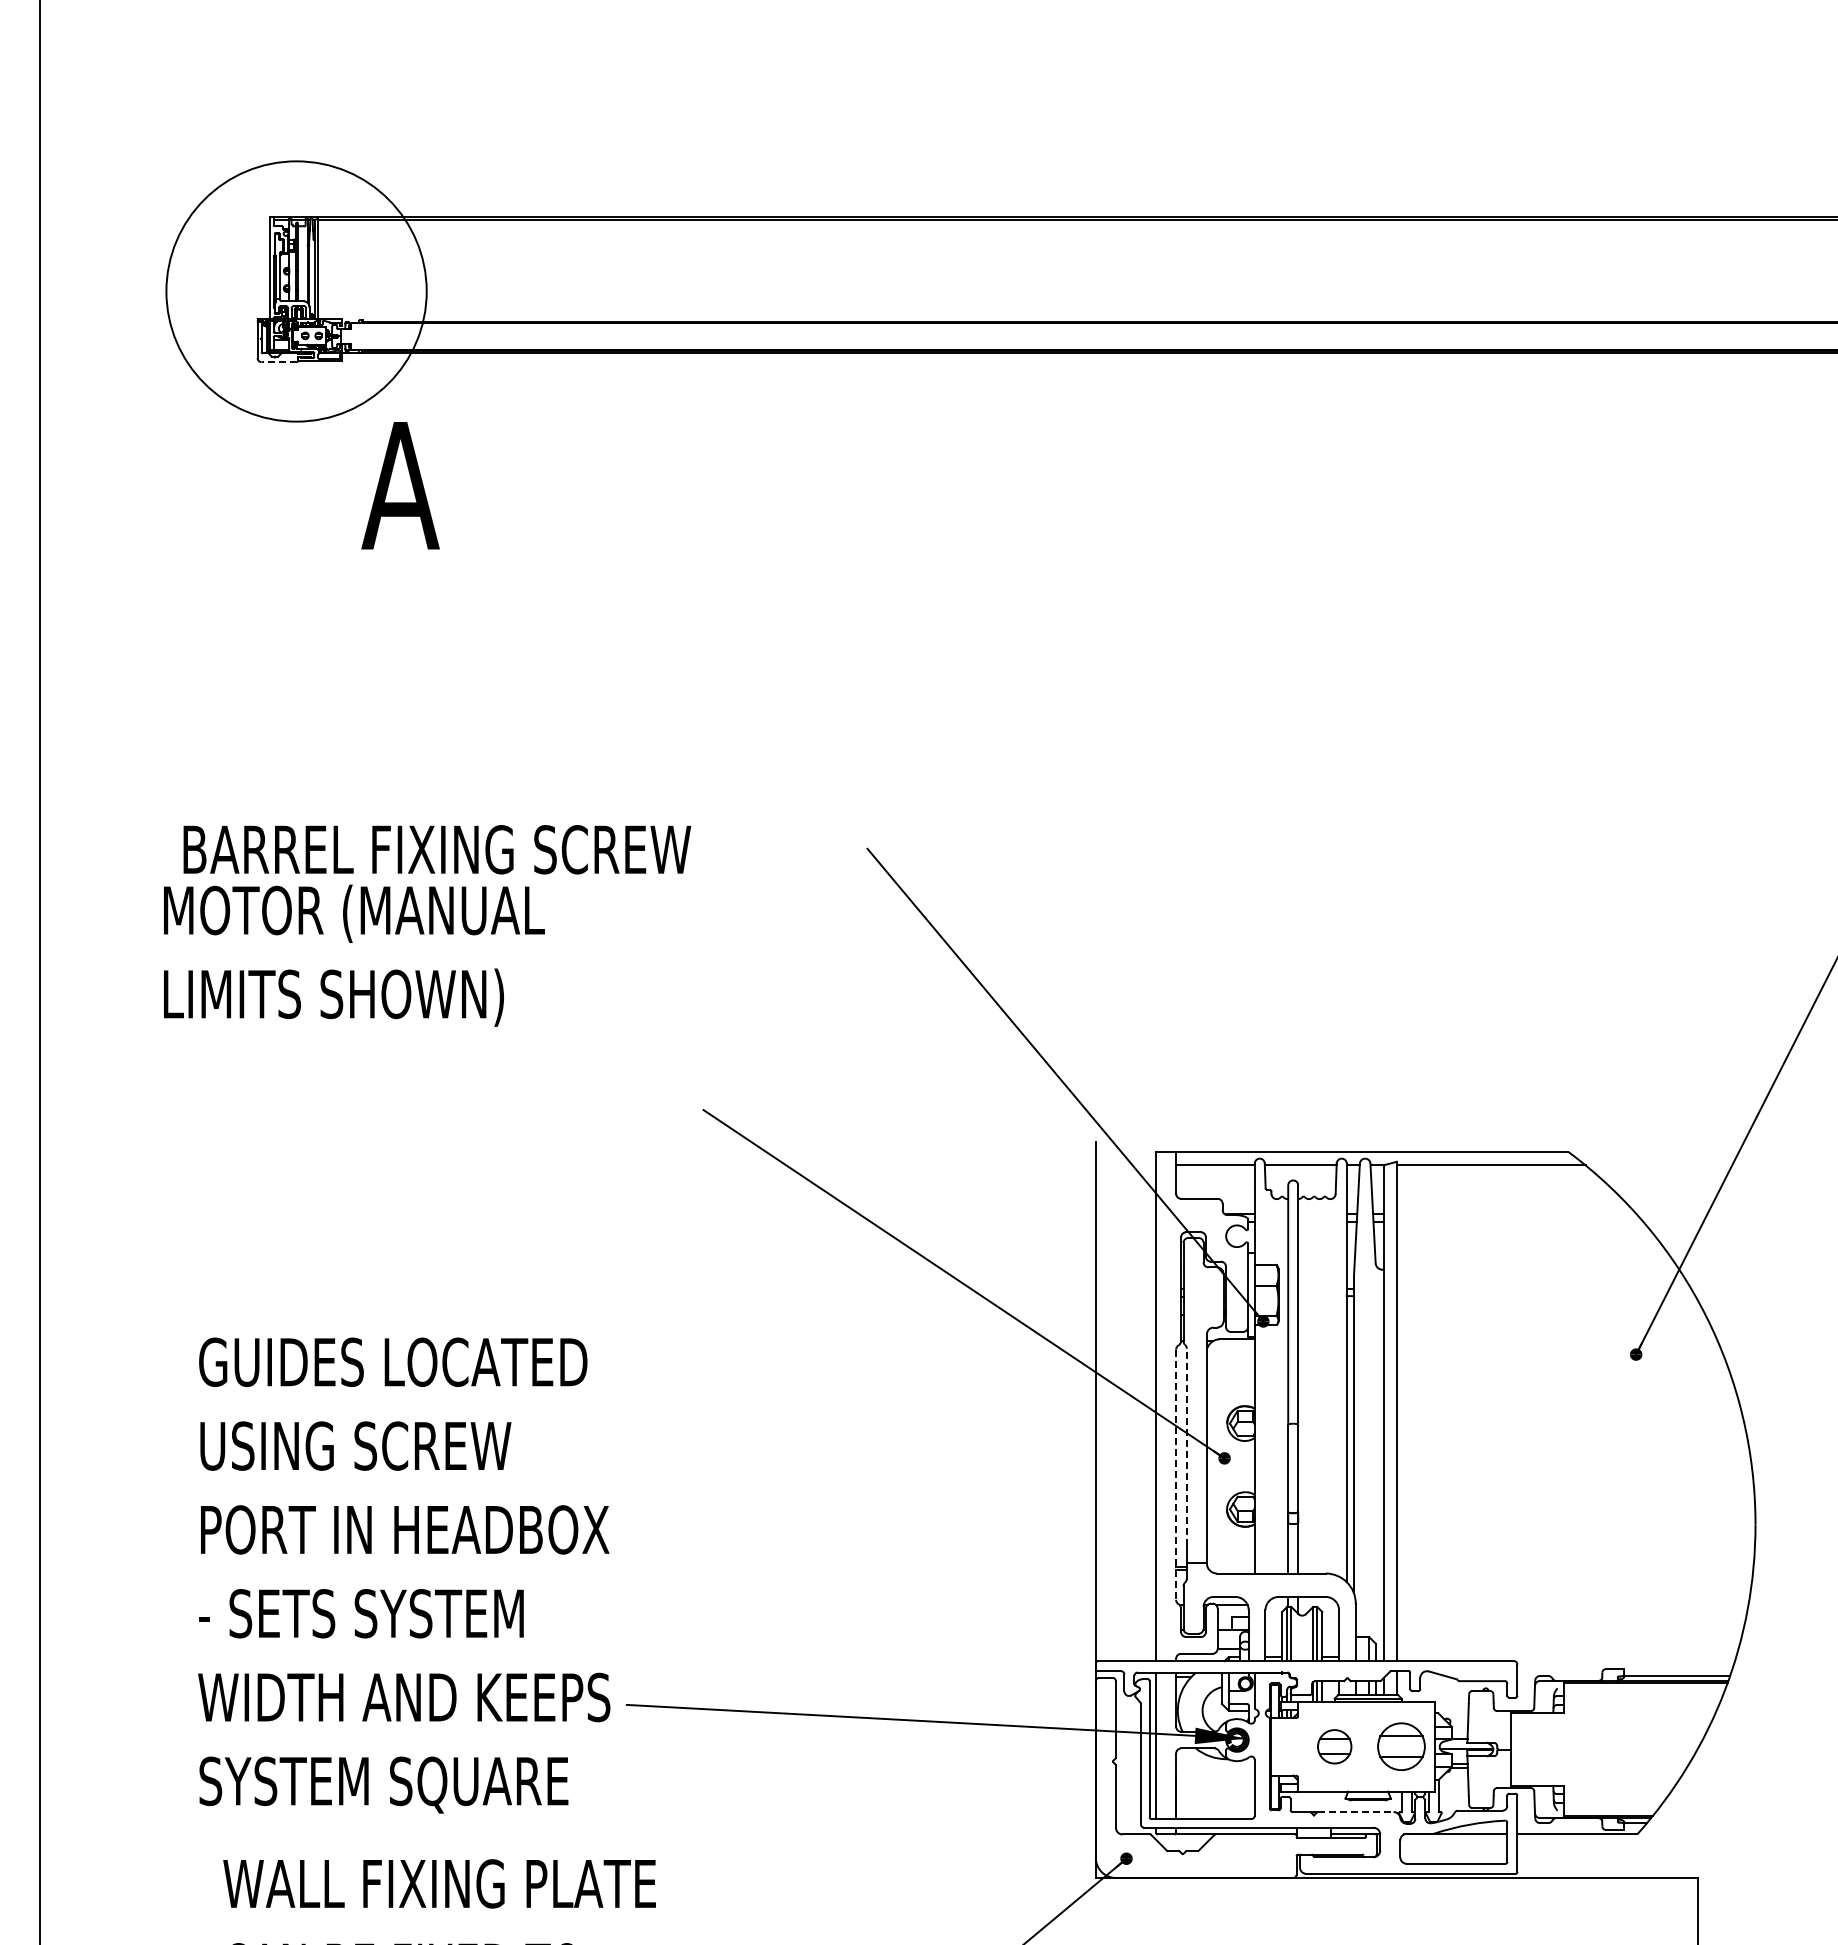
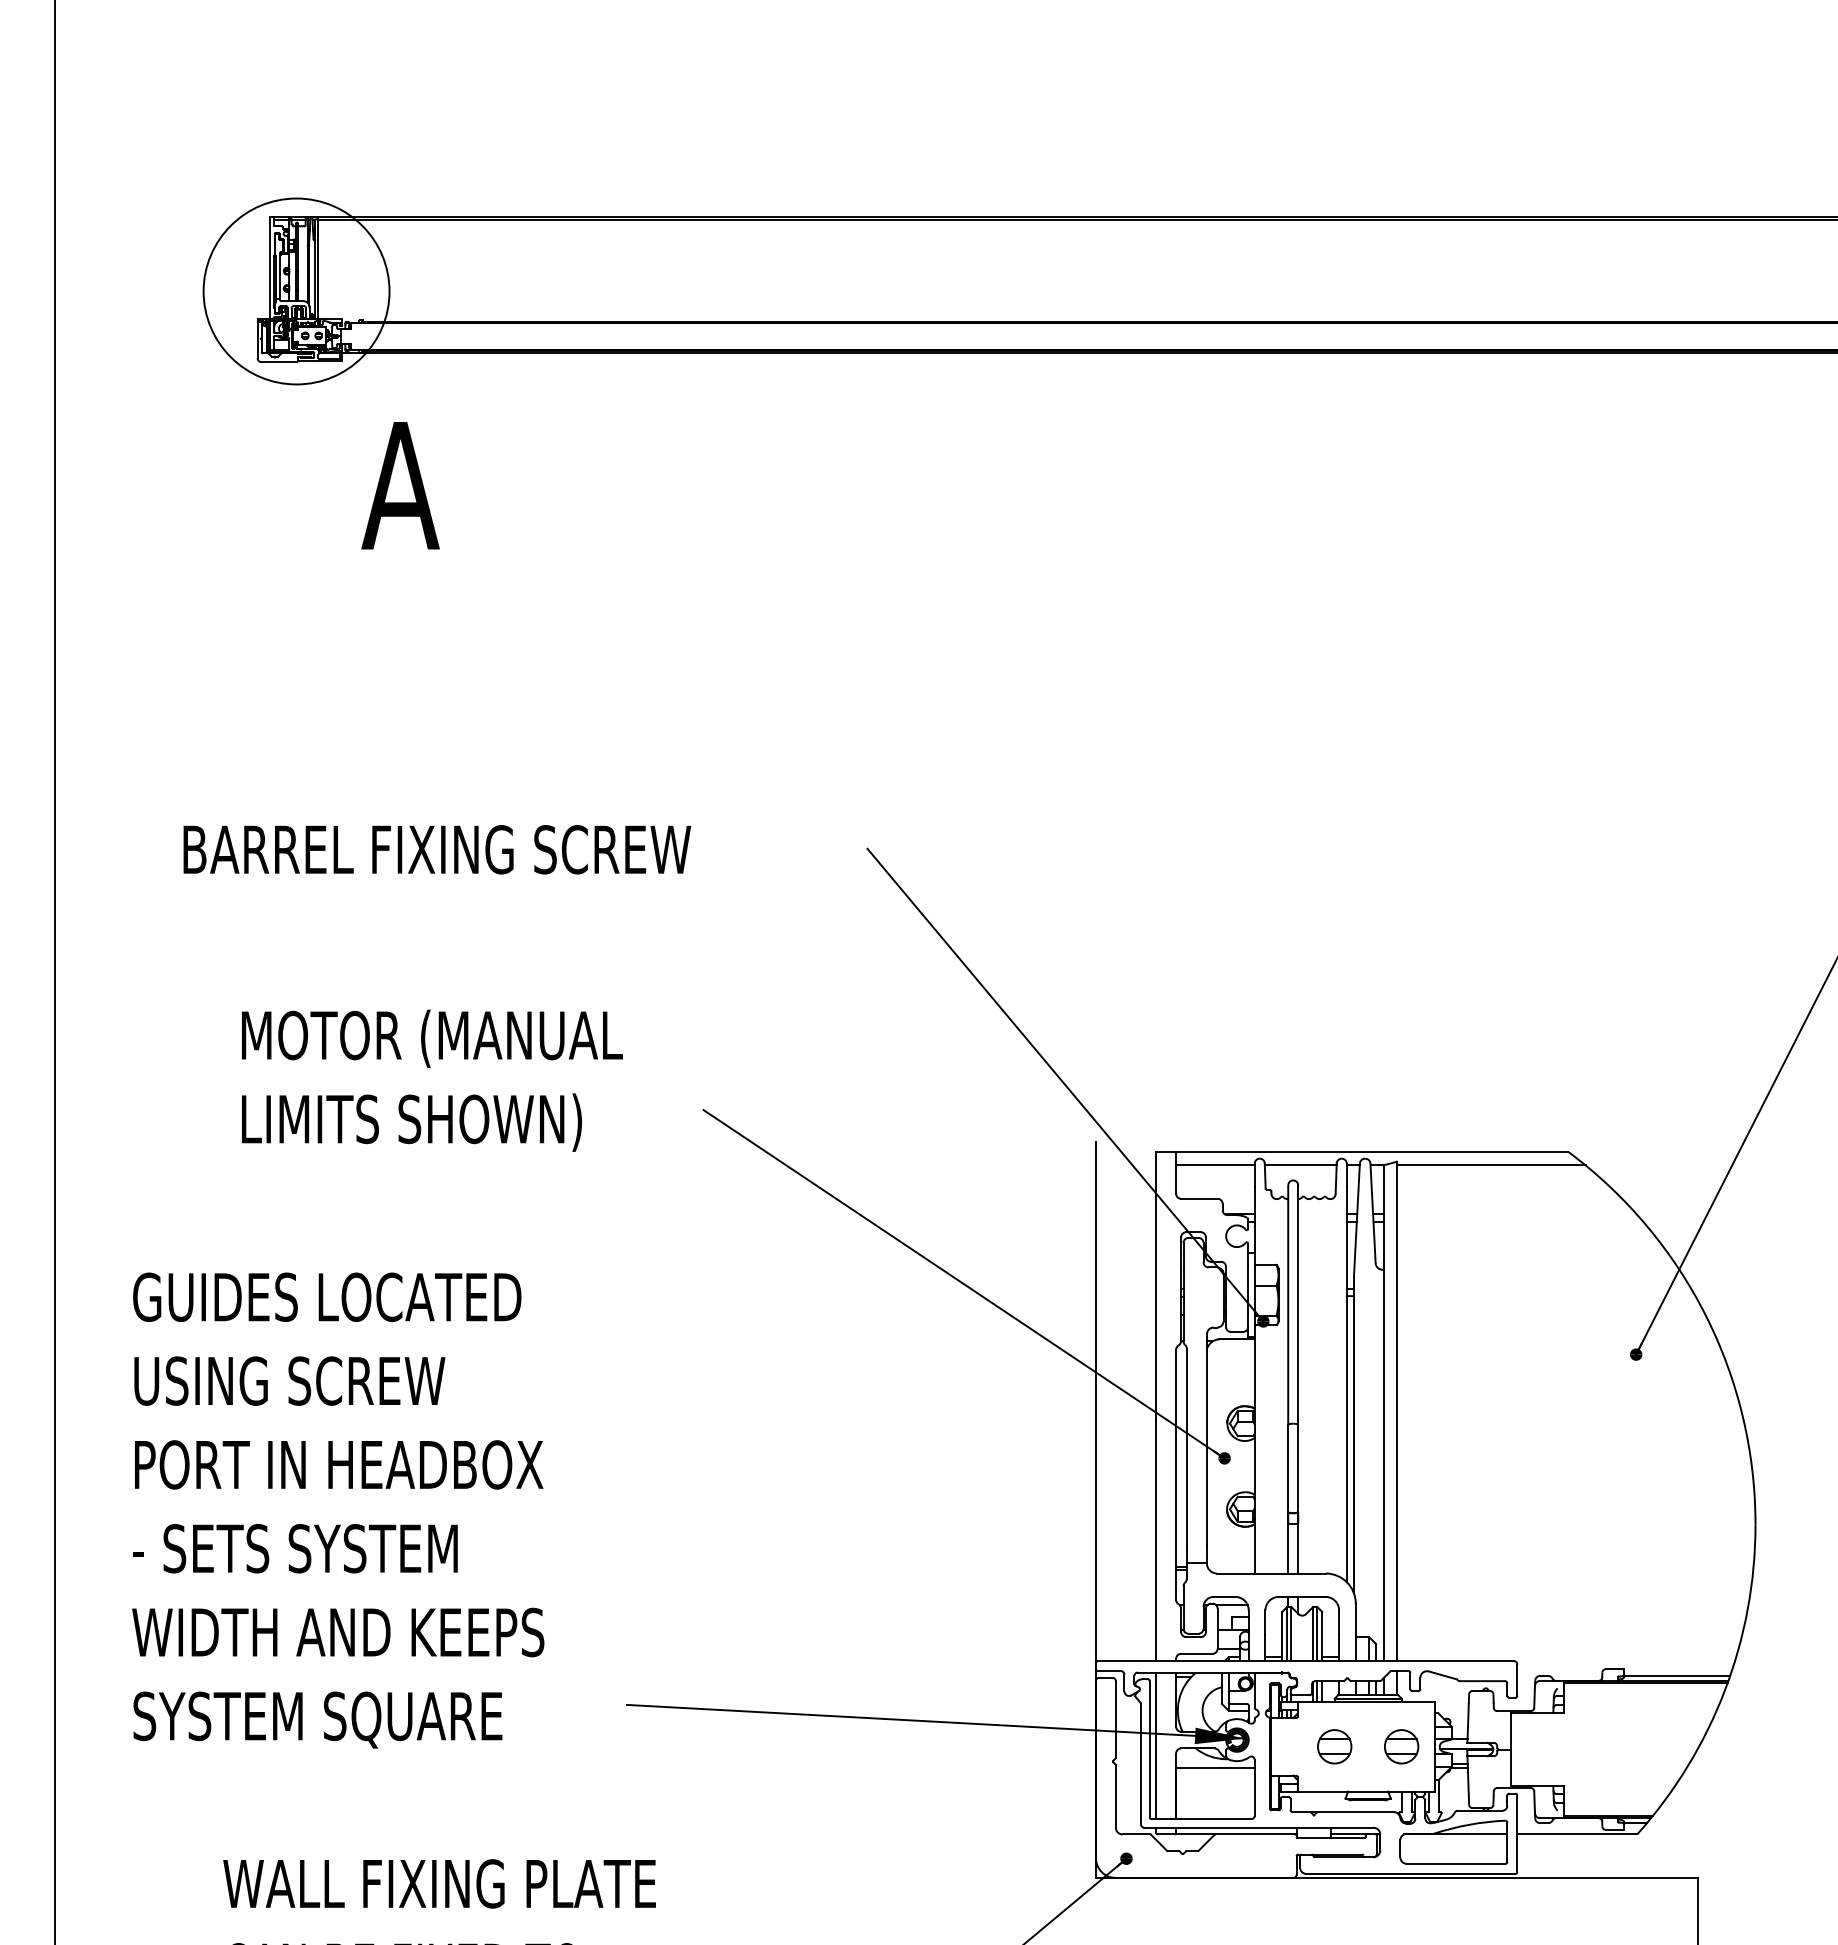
circle at (296, 291) diameter: 260 px -> 186 px
line at (279, 362): dashed -> solid
text at (354, 955) position: (354, 955) -> (432, 1080)
line at (40, 971) position: (40, 971) -> (55, 971)
line at (1186, 1447): dashed -> solid
line at (1176, 1475): dashed -> solid
text at (404, 1575) position: (404, 1575) -> (338, 1510)
part at (1401, 1746) size: 49x49 px -> 36x36 px
line at (1215, 1767): none -> present
line at (1355, 1812): dashed -> solid
